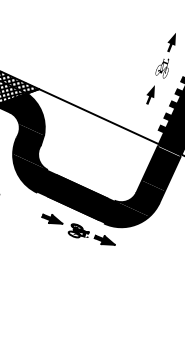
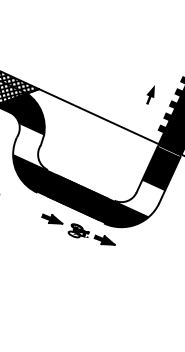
part at (165, 55): present -> none
fill at (30, 147): present -> none
fill at (139, 198): present -> none
